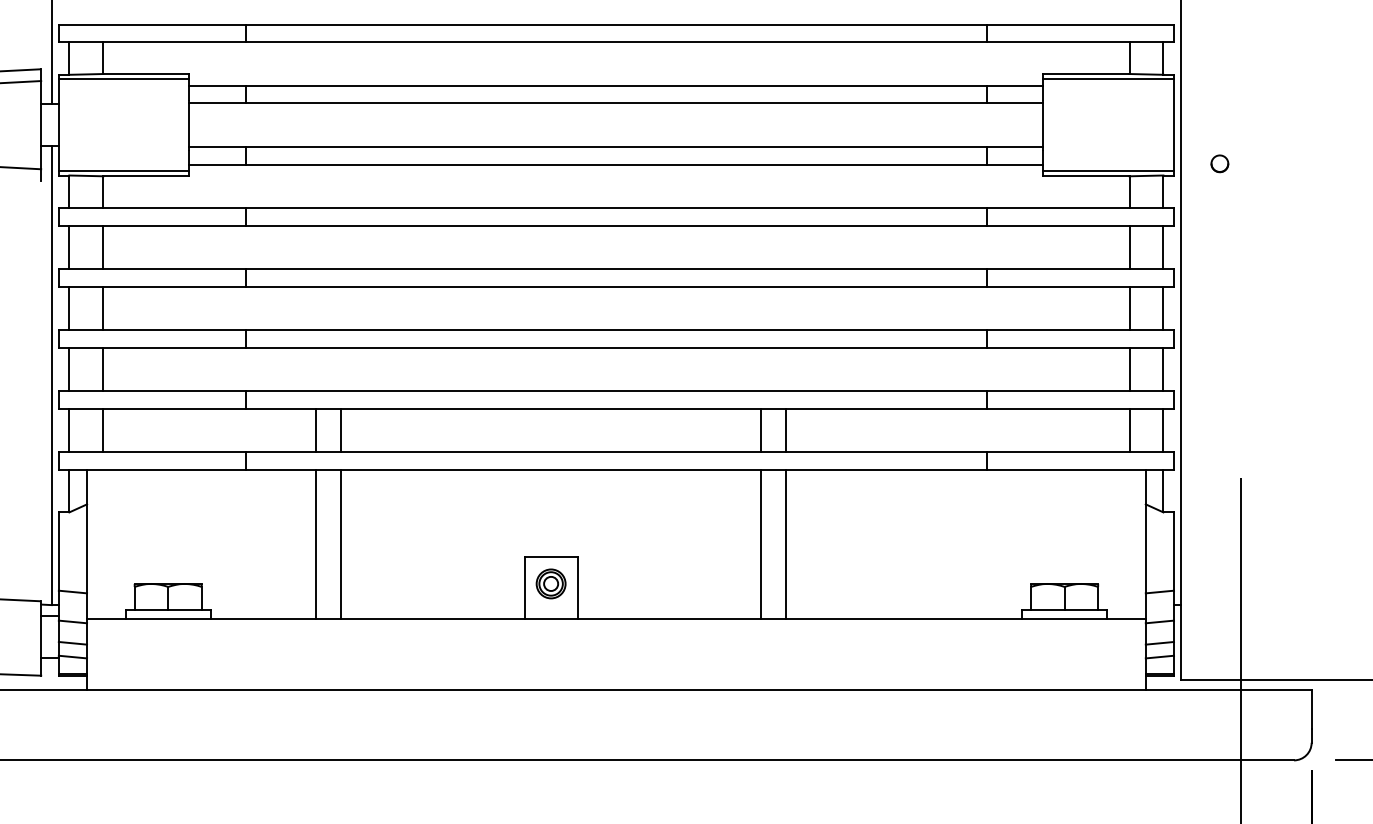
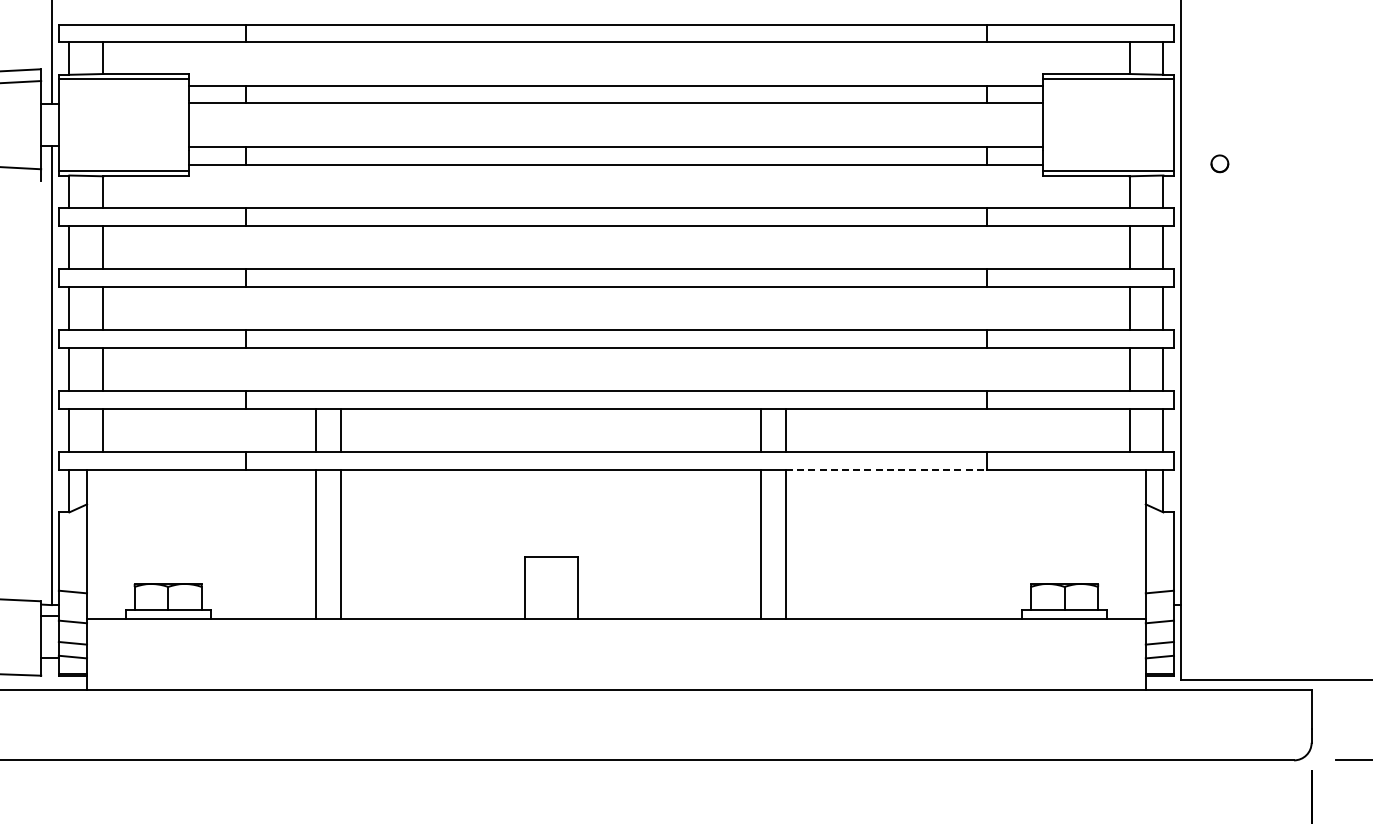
line at (886, 469): solid -> dashed
part at (550, 583): present -> none
line at (1241, 649): present -> none
